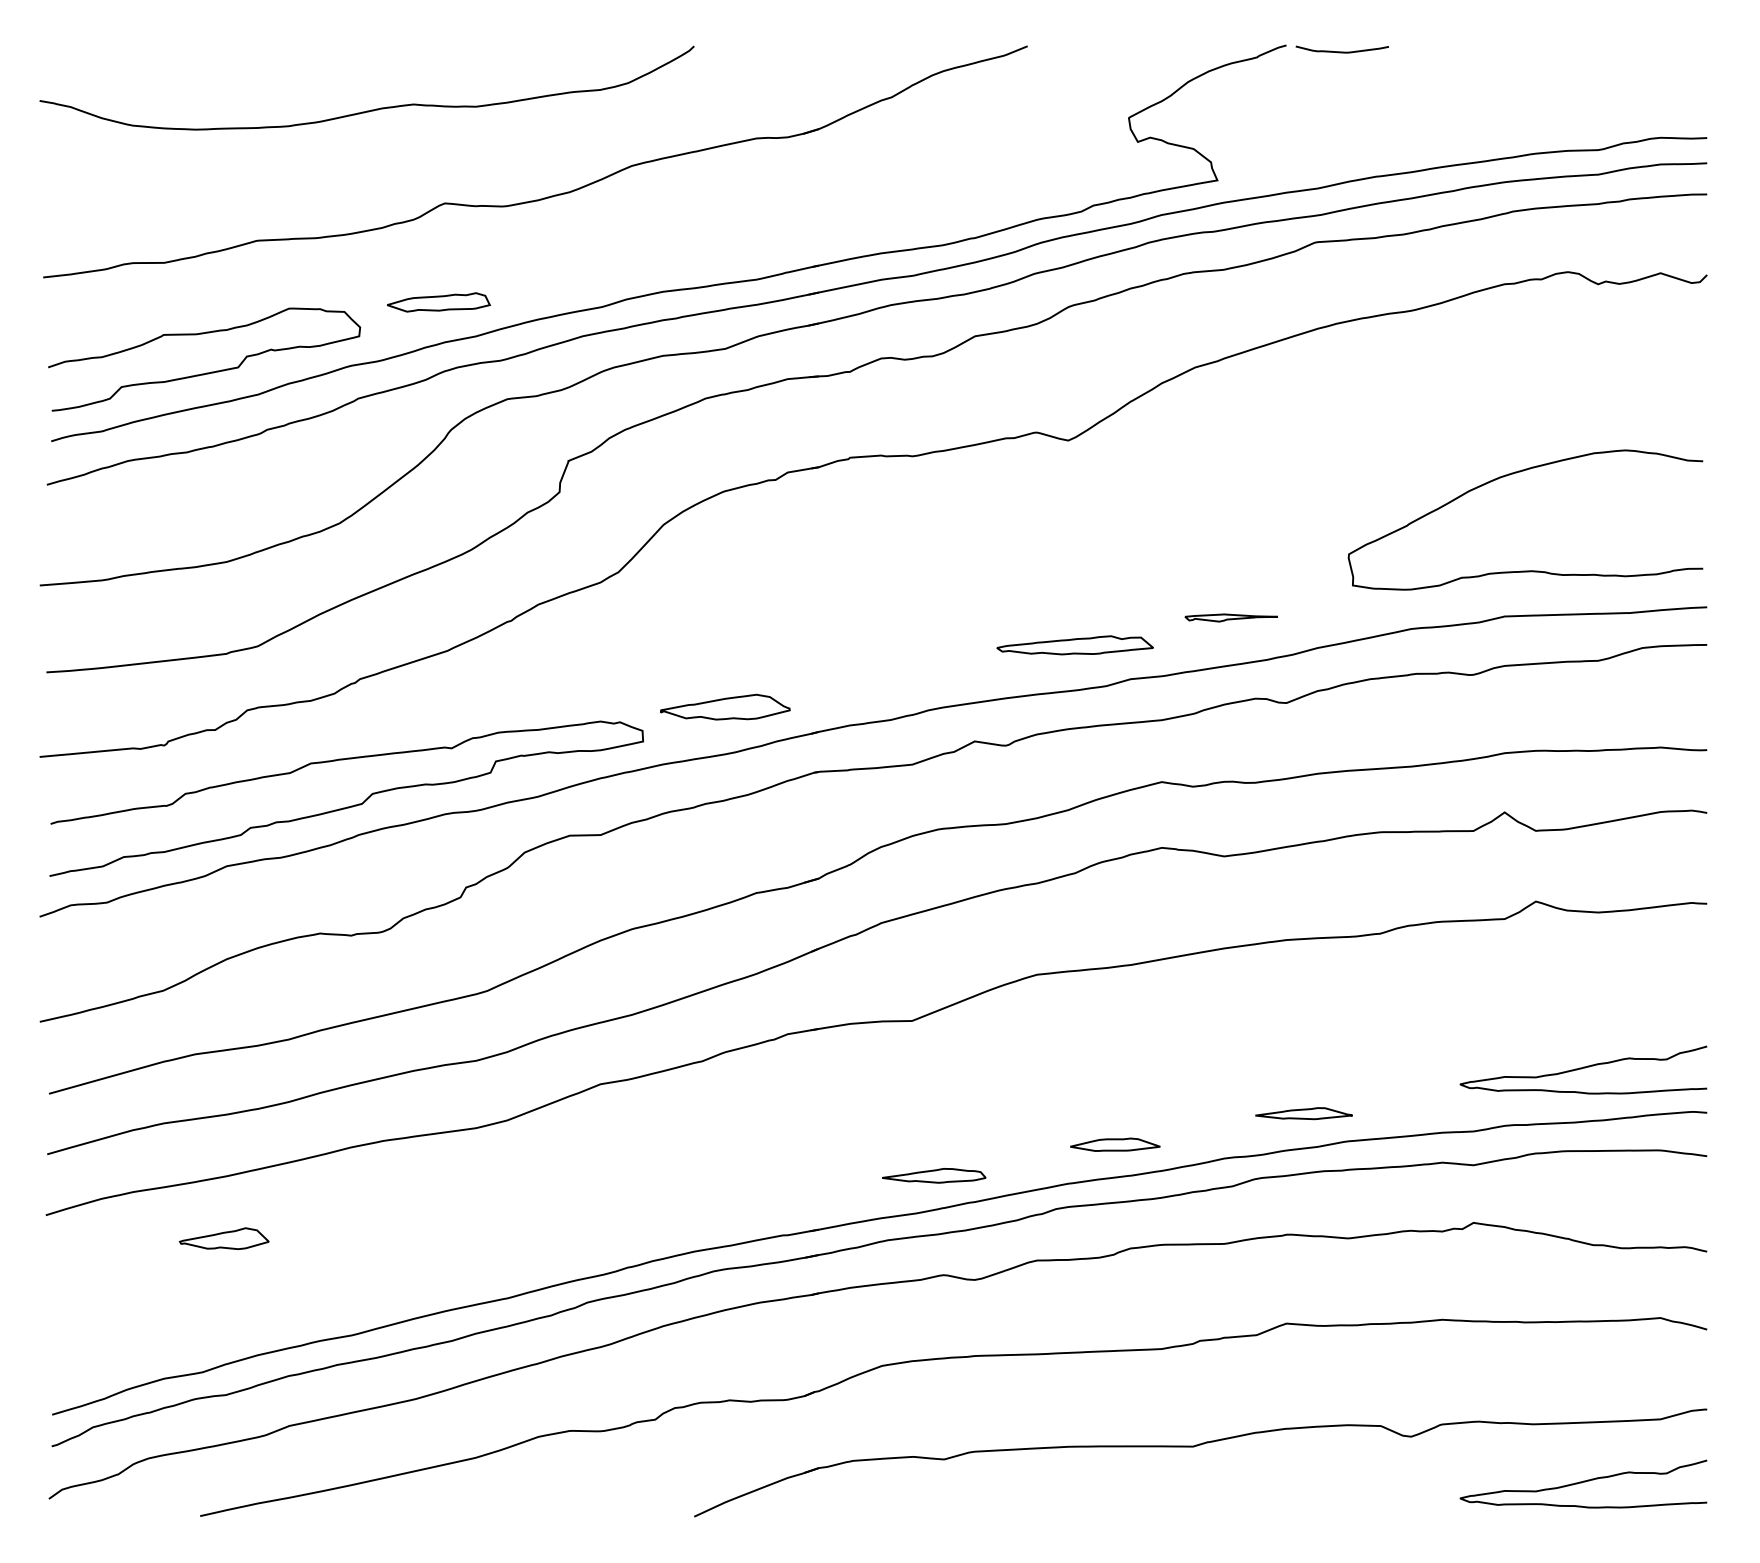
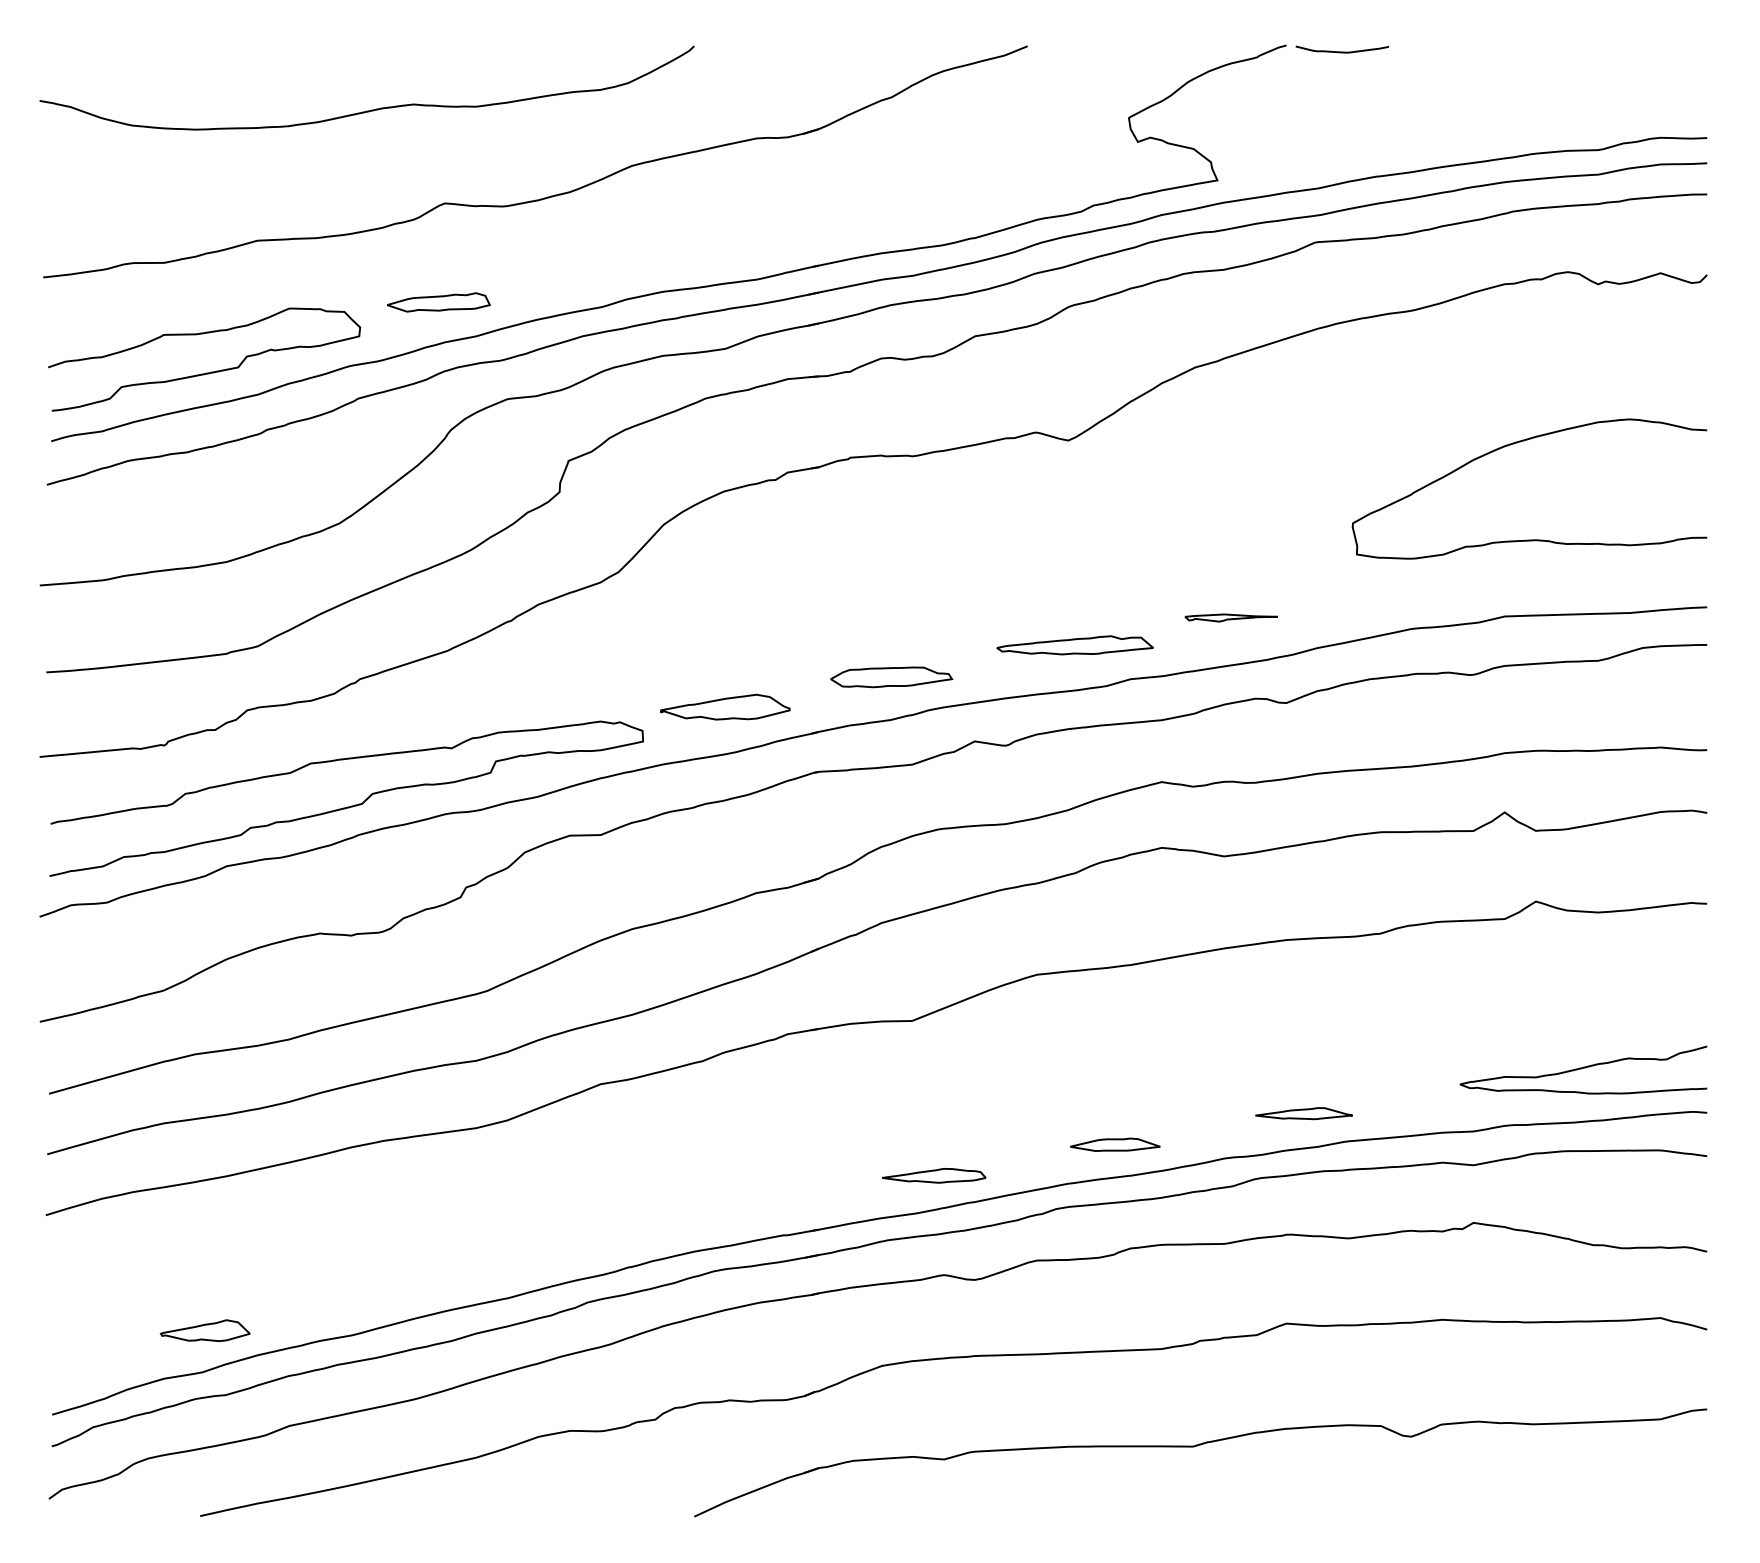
curve at (1510, 475) position: (1510, 475) -> (1514, 444)
part at (891, 677): none -> present
part at (223, 1238) position: (223, 1238) -> (204, 1330)
curve at (1583, 1482): present -> none
